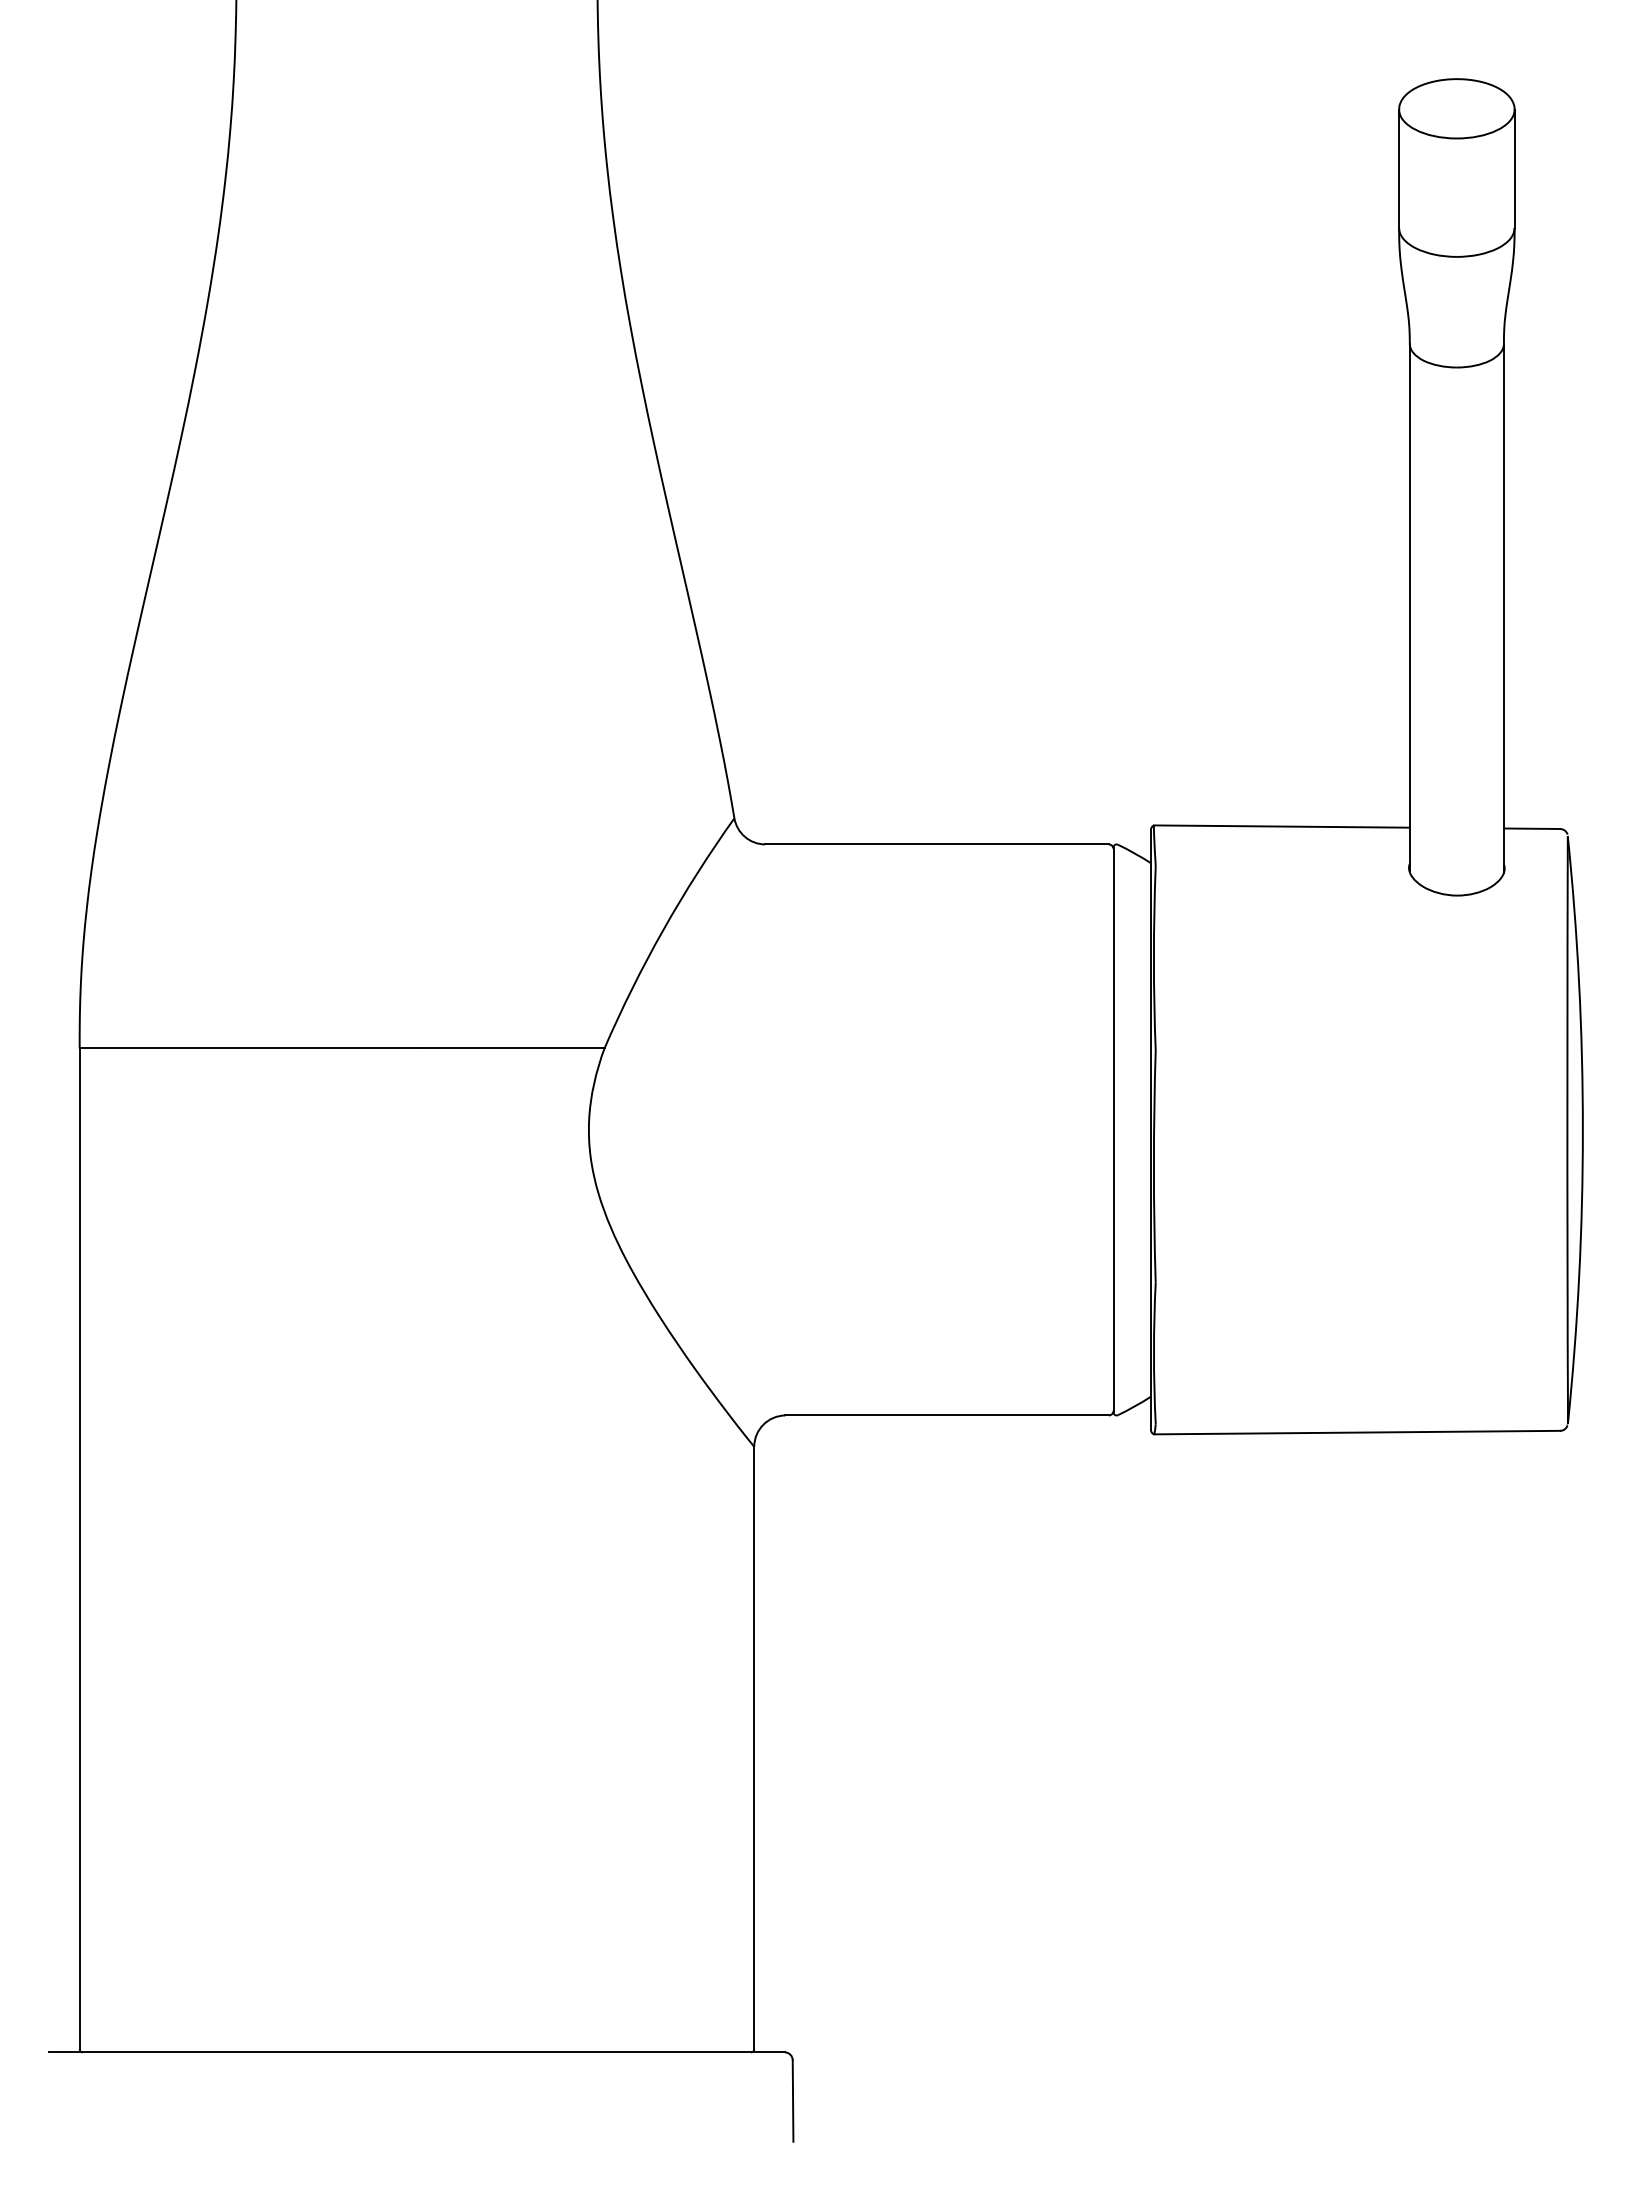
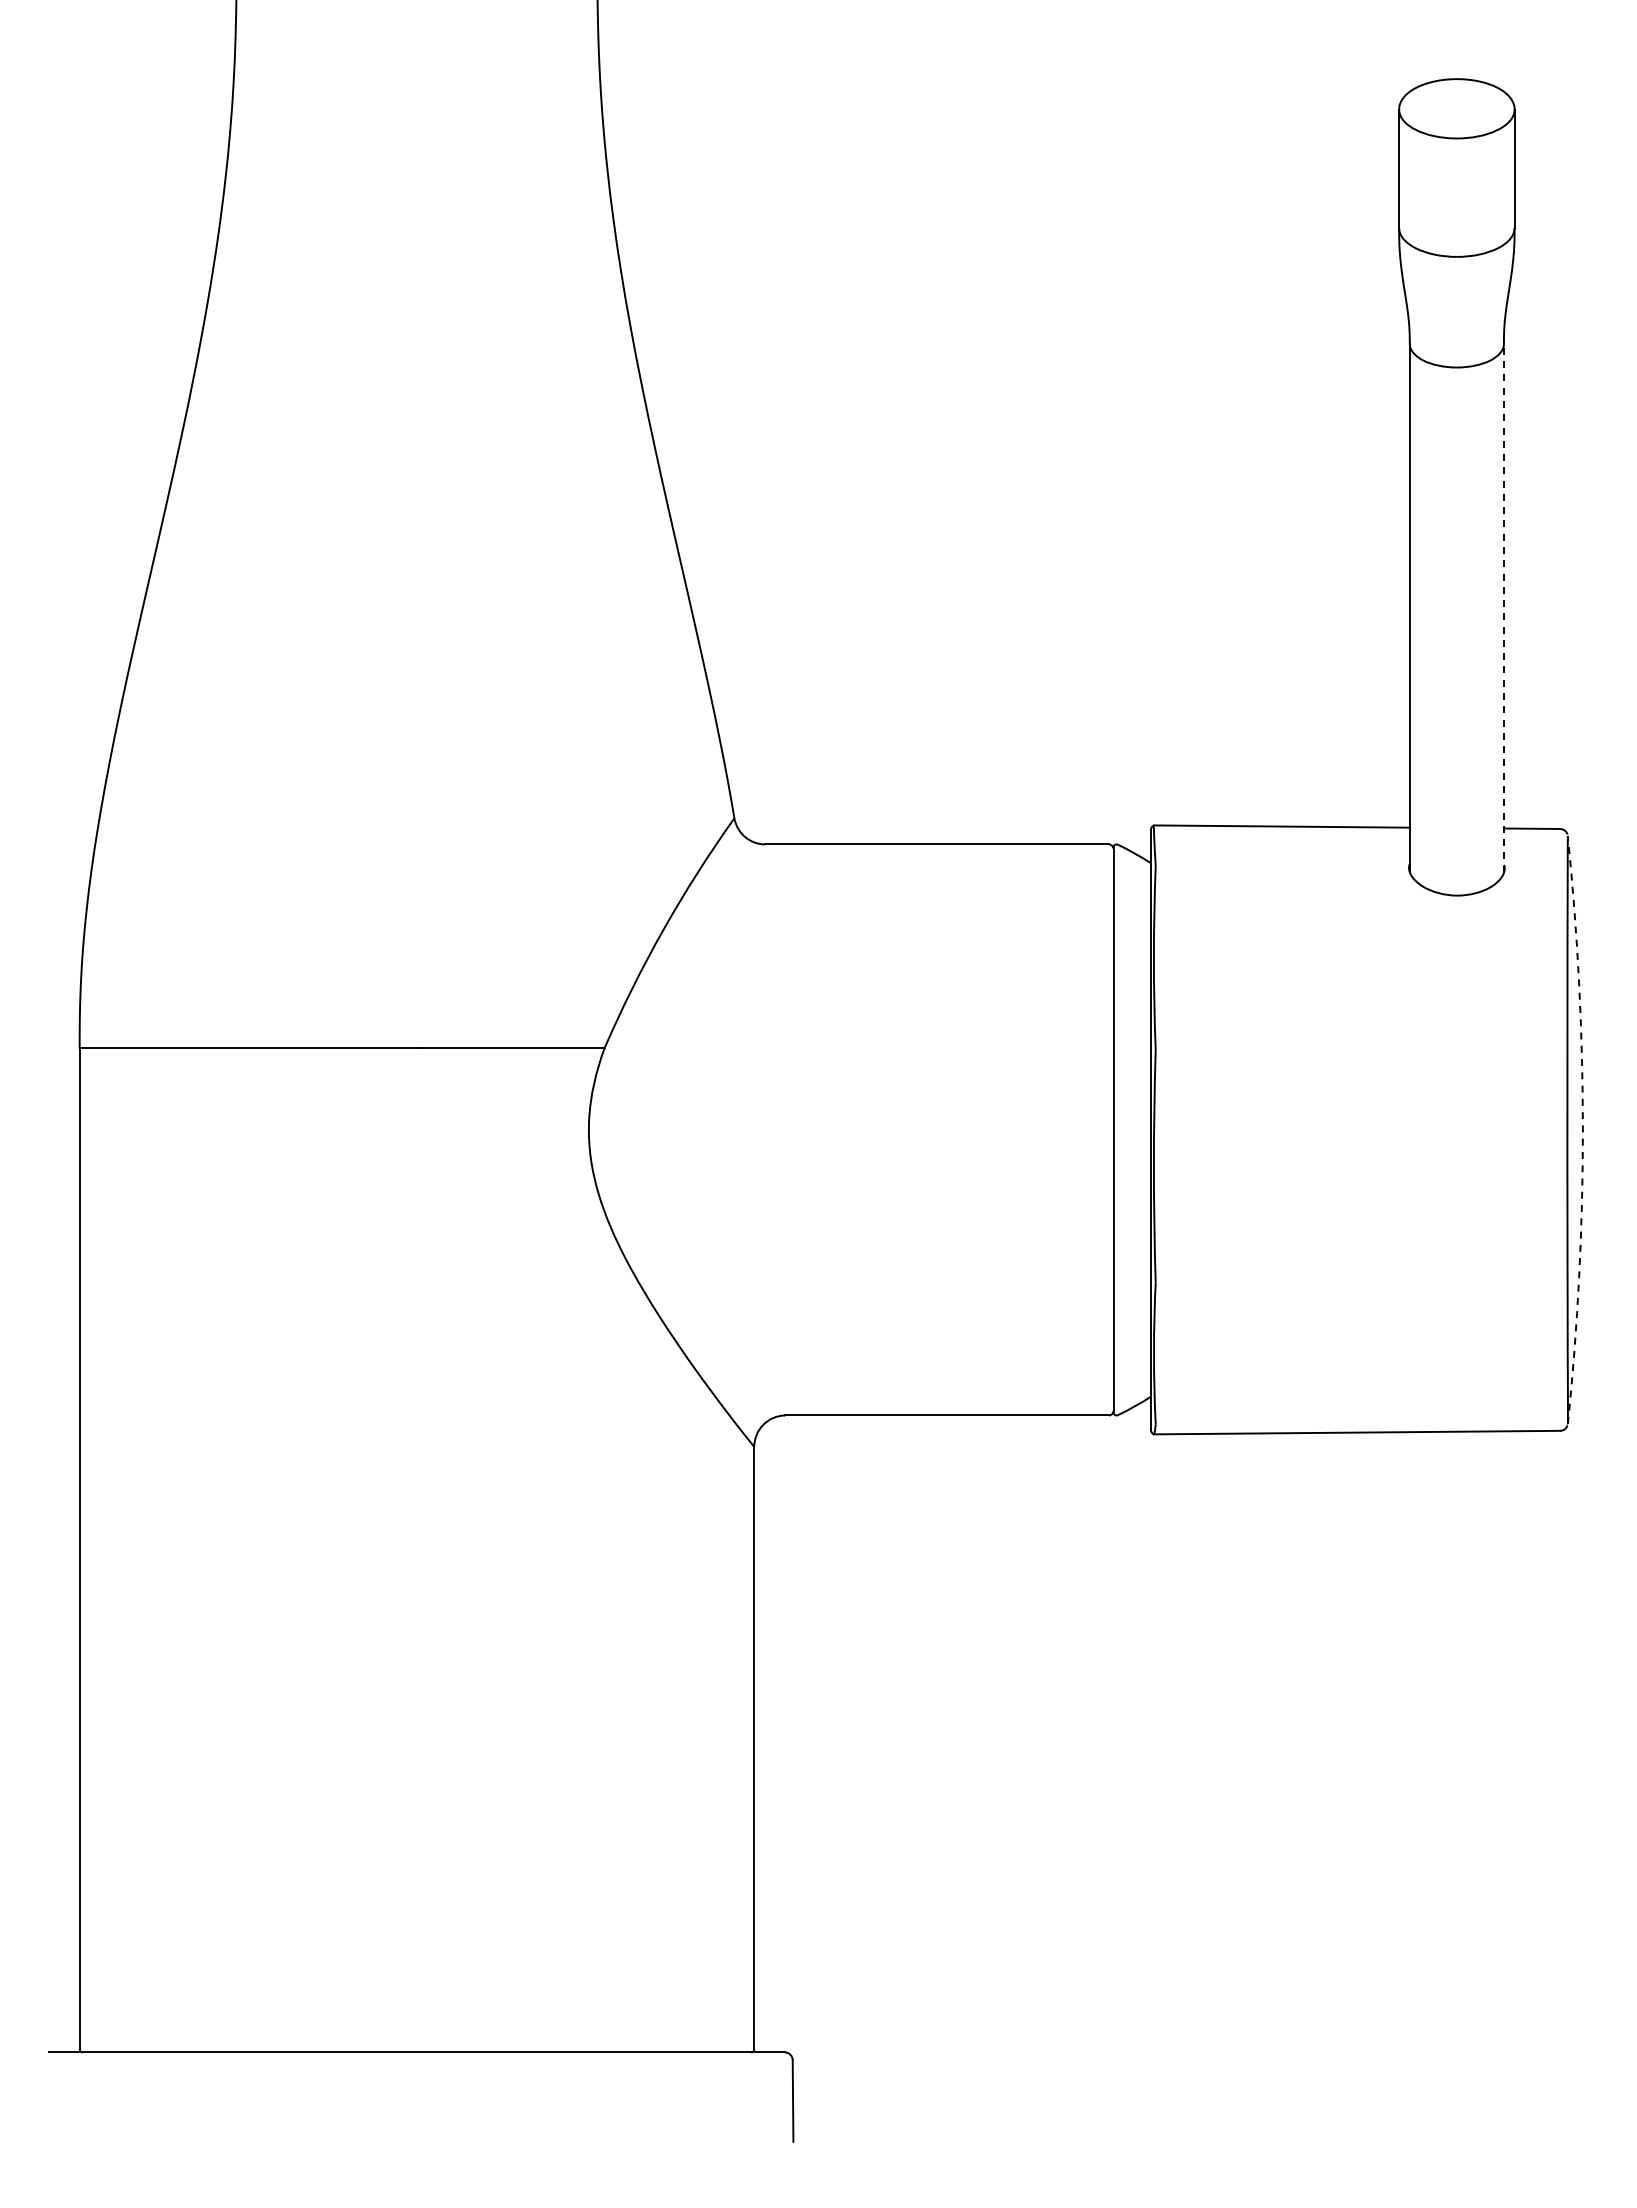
line at (1503, 607): solid -> dashed
arc at (1582, 1129): solid -> dashed
